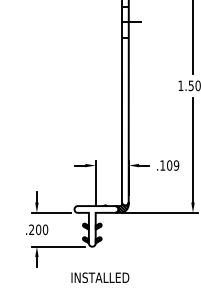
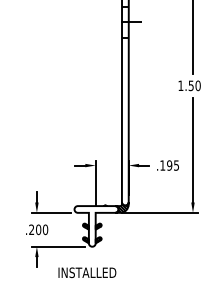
text at (173, 165): .109 -> .195
text at (100, 277) position: (100, 277) -> (87, 272)
